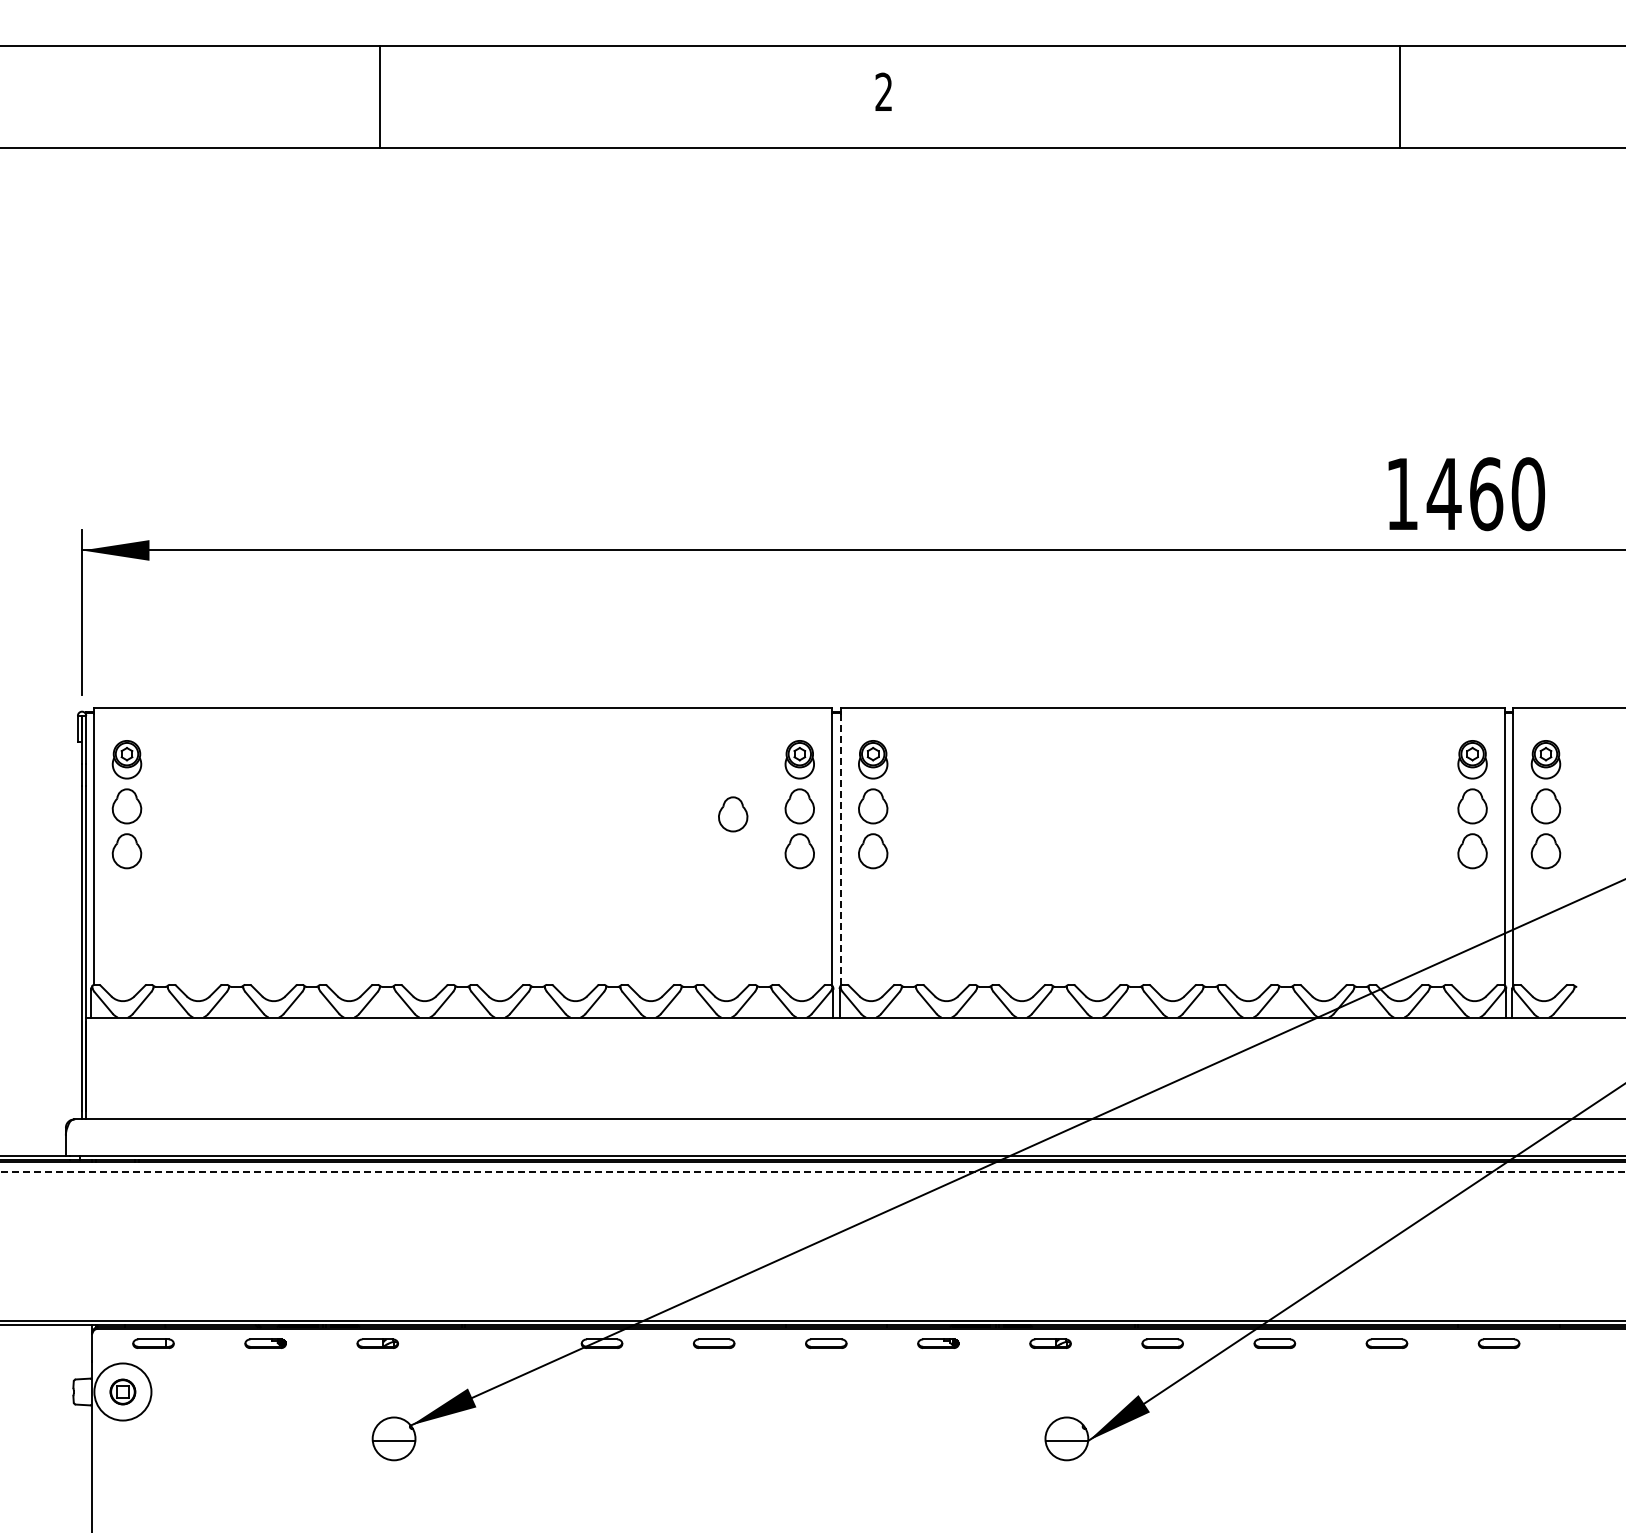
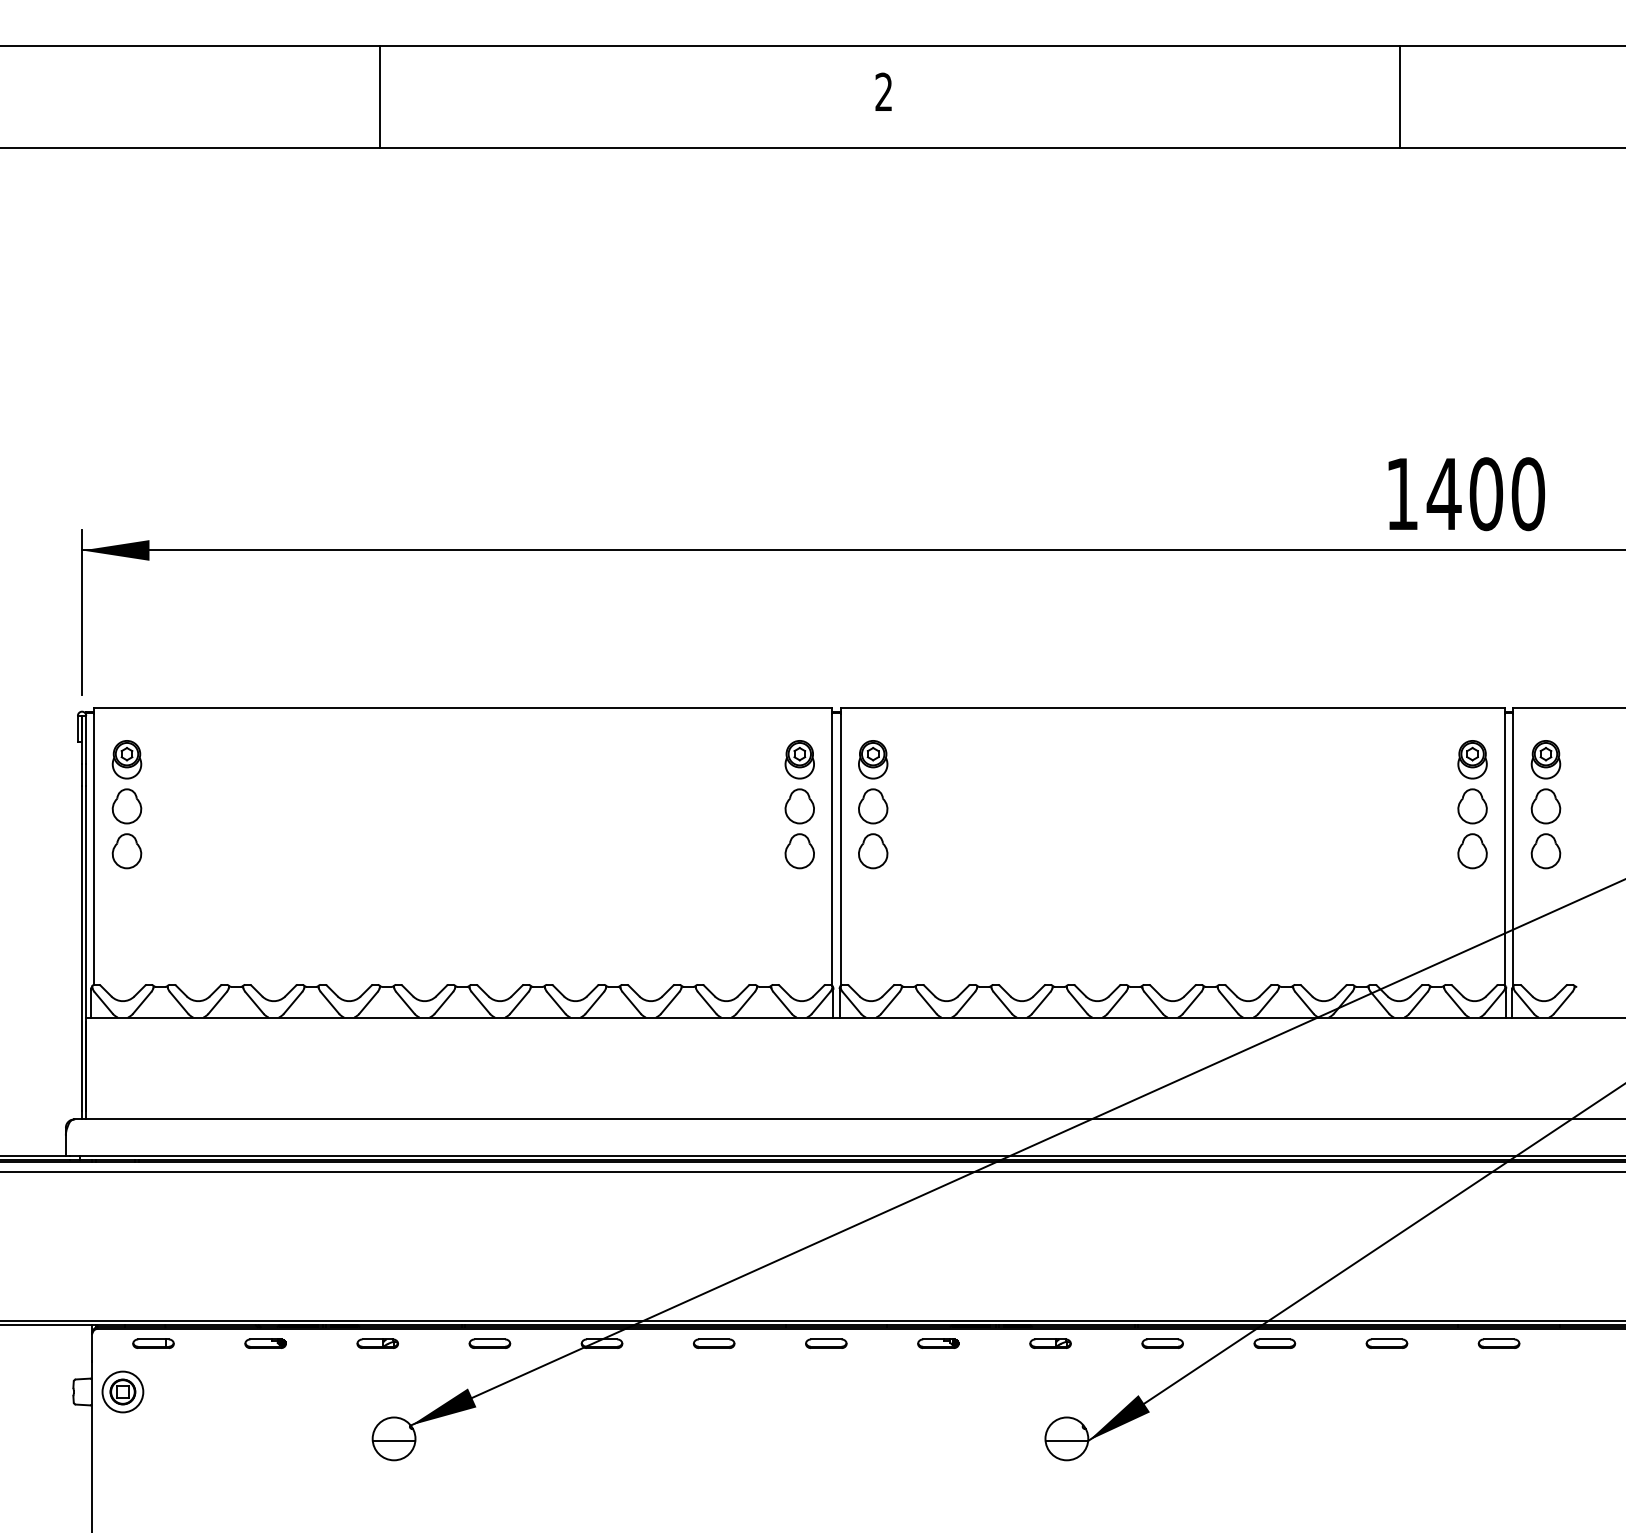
text at (1486, 494): 1460 -> 1400
part at (733, 814): present -> none
line at (840, 850): dashed -> solid
line at (812, 1172): dashed -> solid
part at (489, 1343): none -> present
circle at (122, 1391) diameter: 57 px -> 41 px
